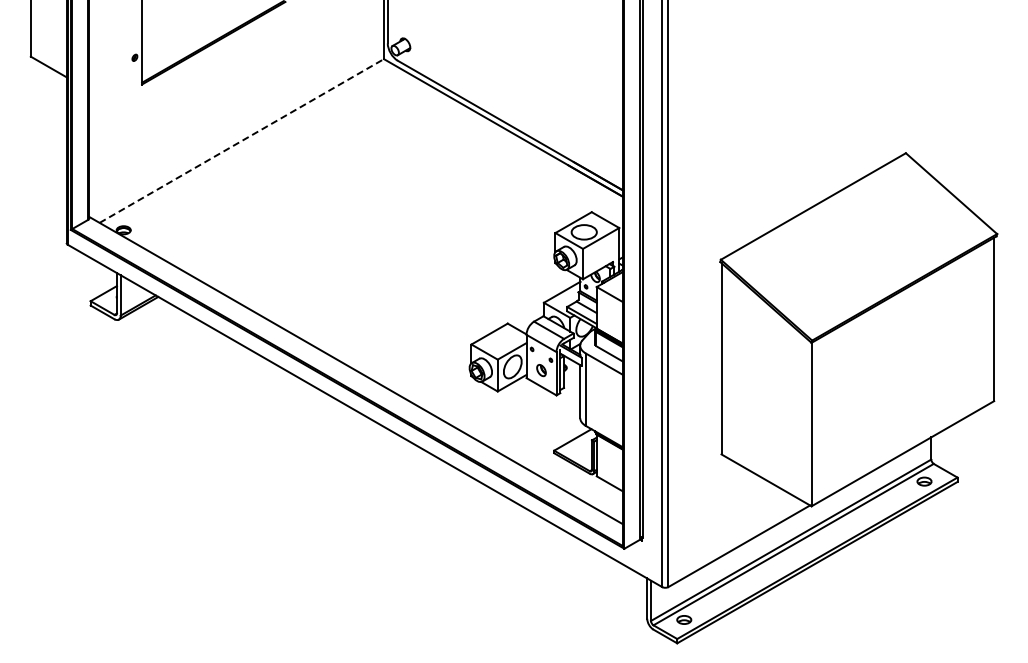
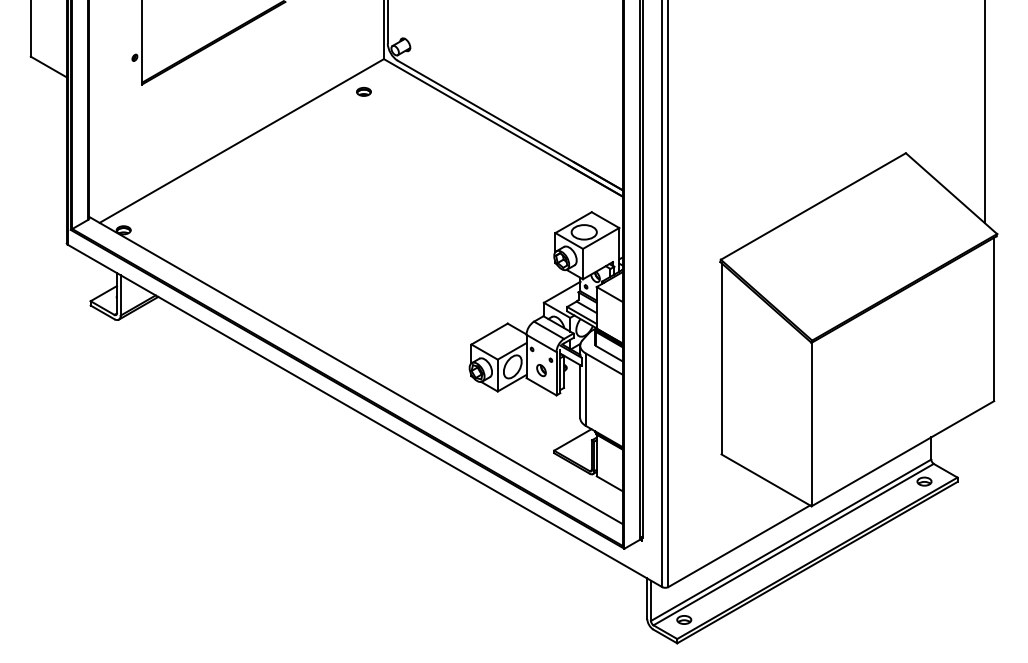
part at (363, 91): none -> present
line at (984, 112): none -> present
line at (242, 140): dashed -> solid
